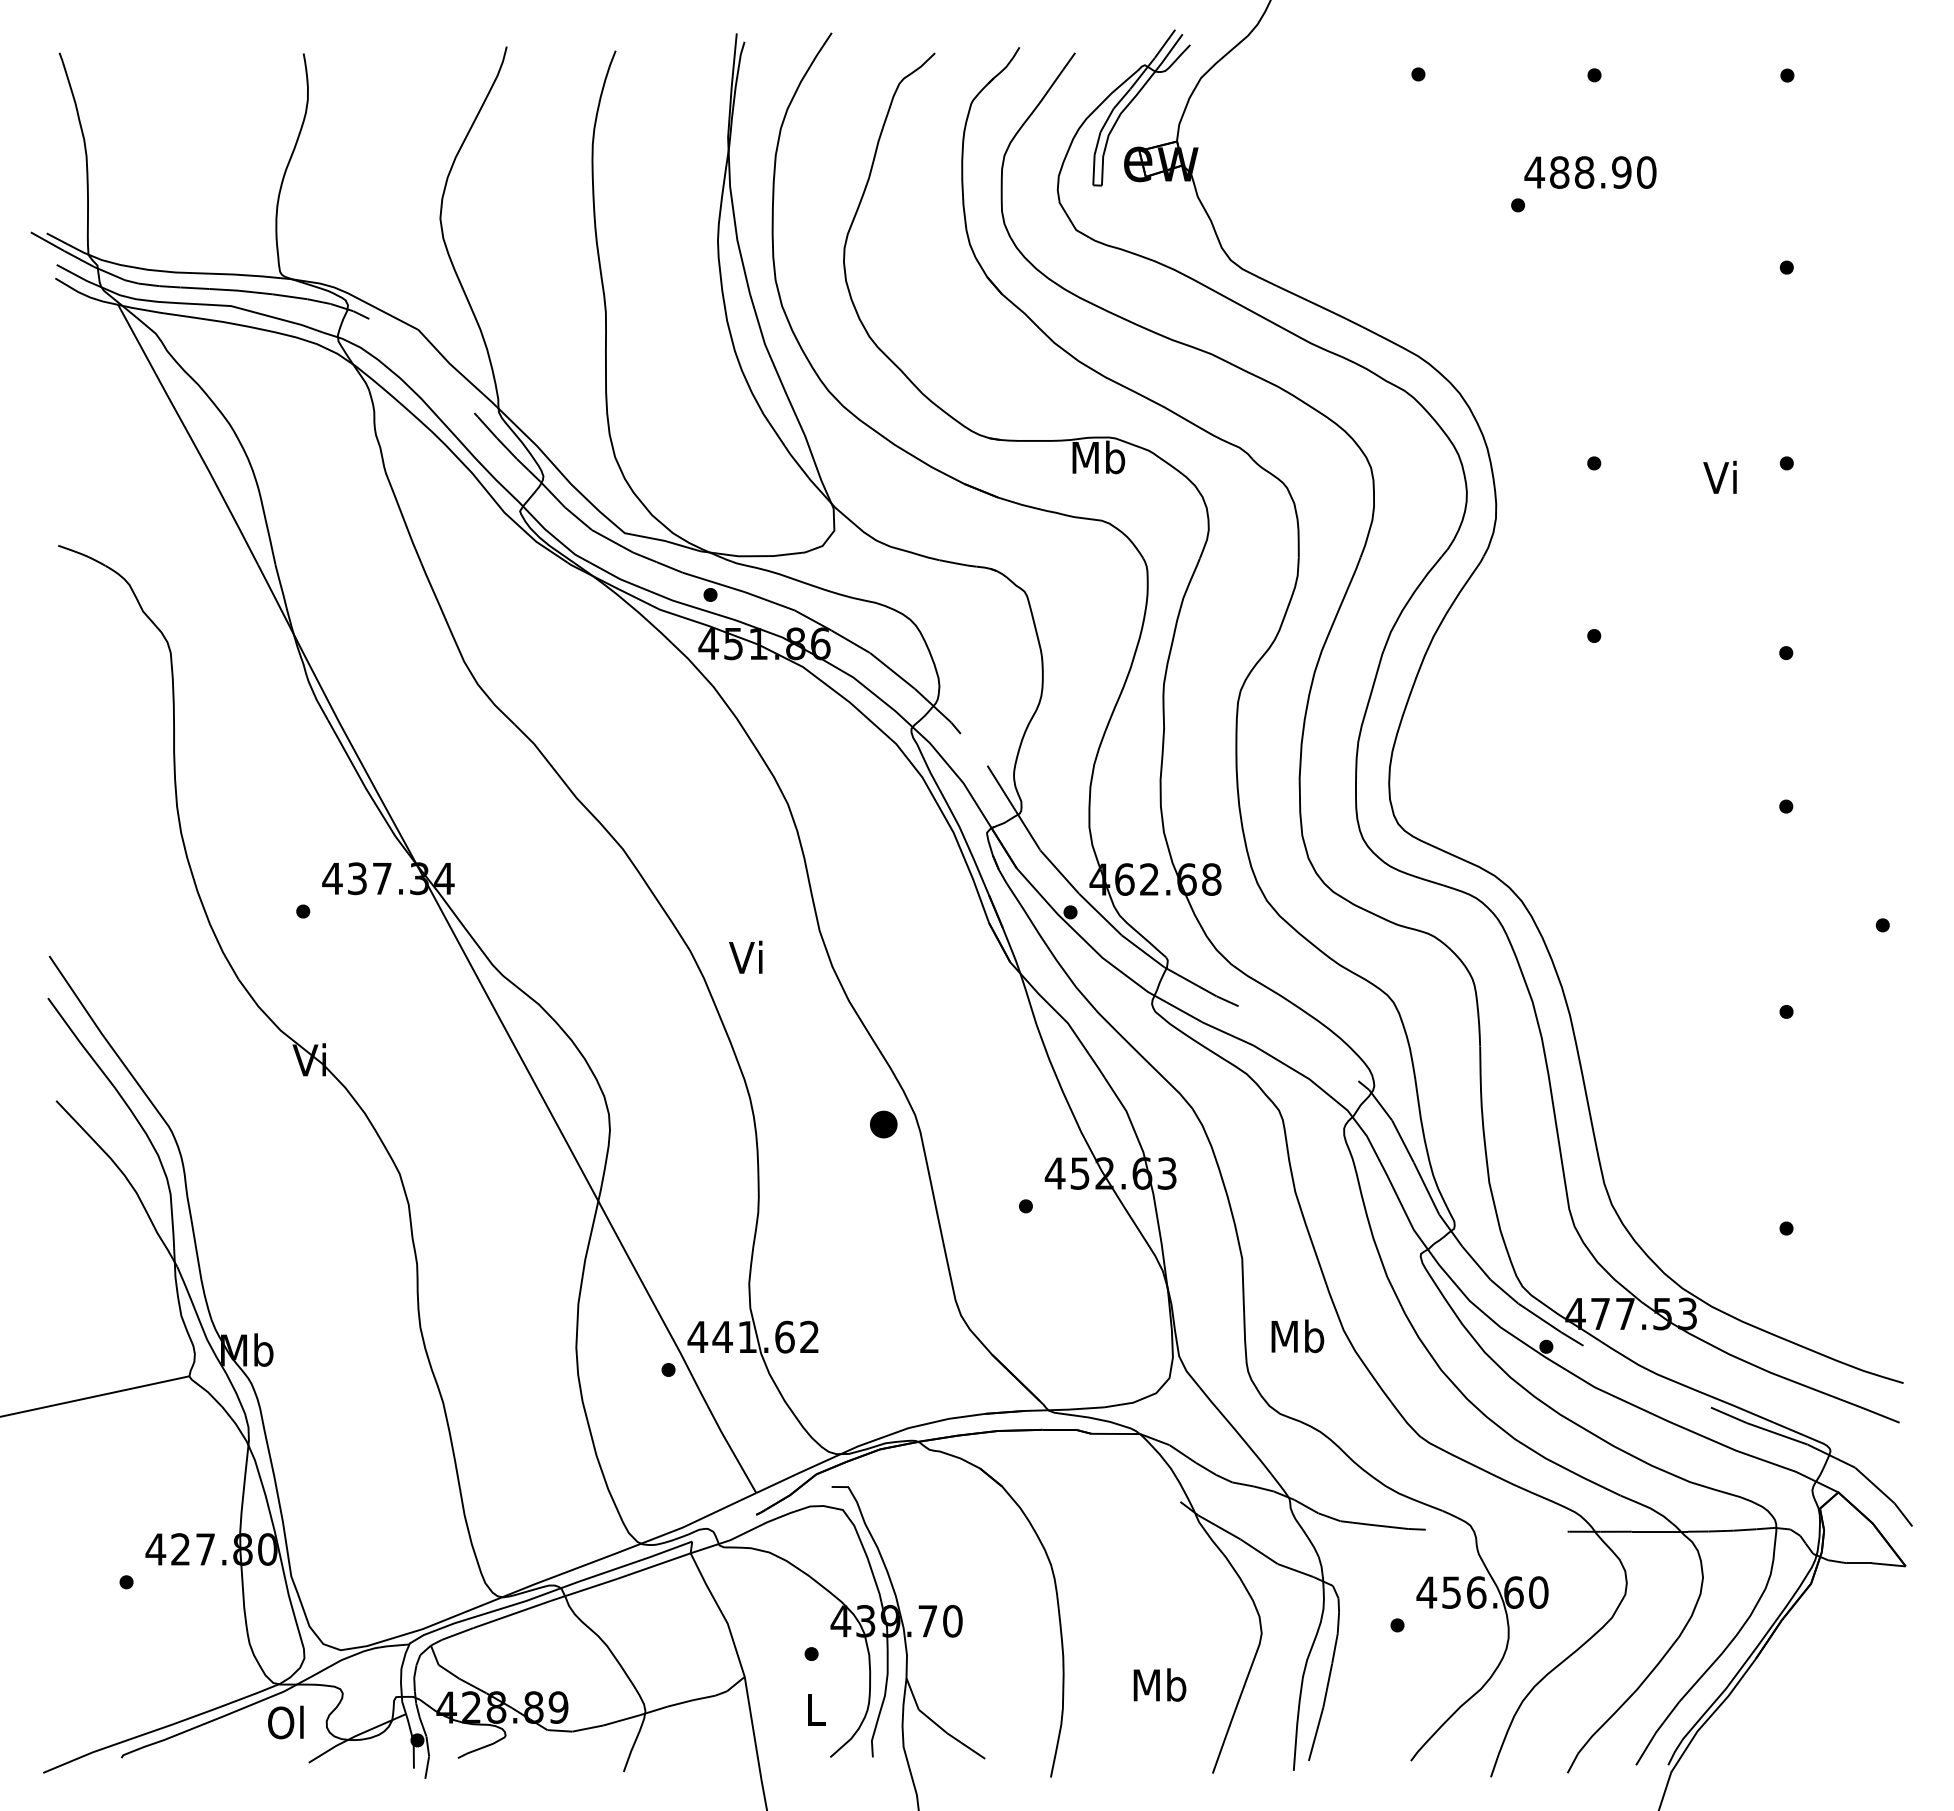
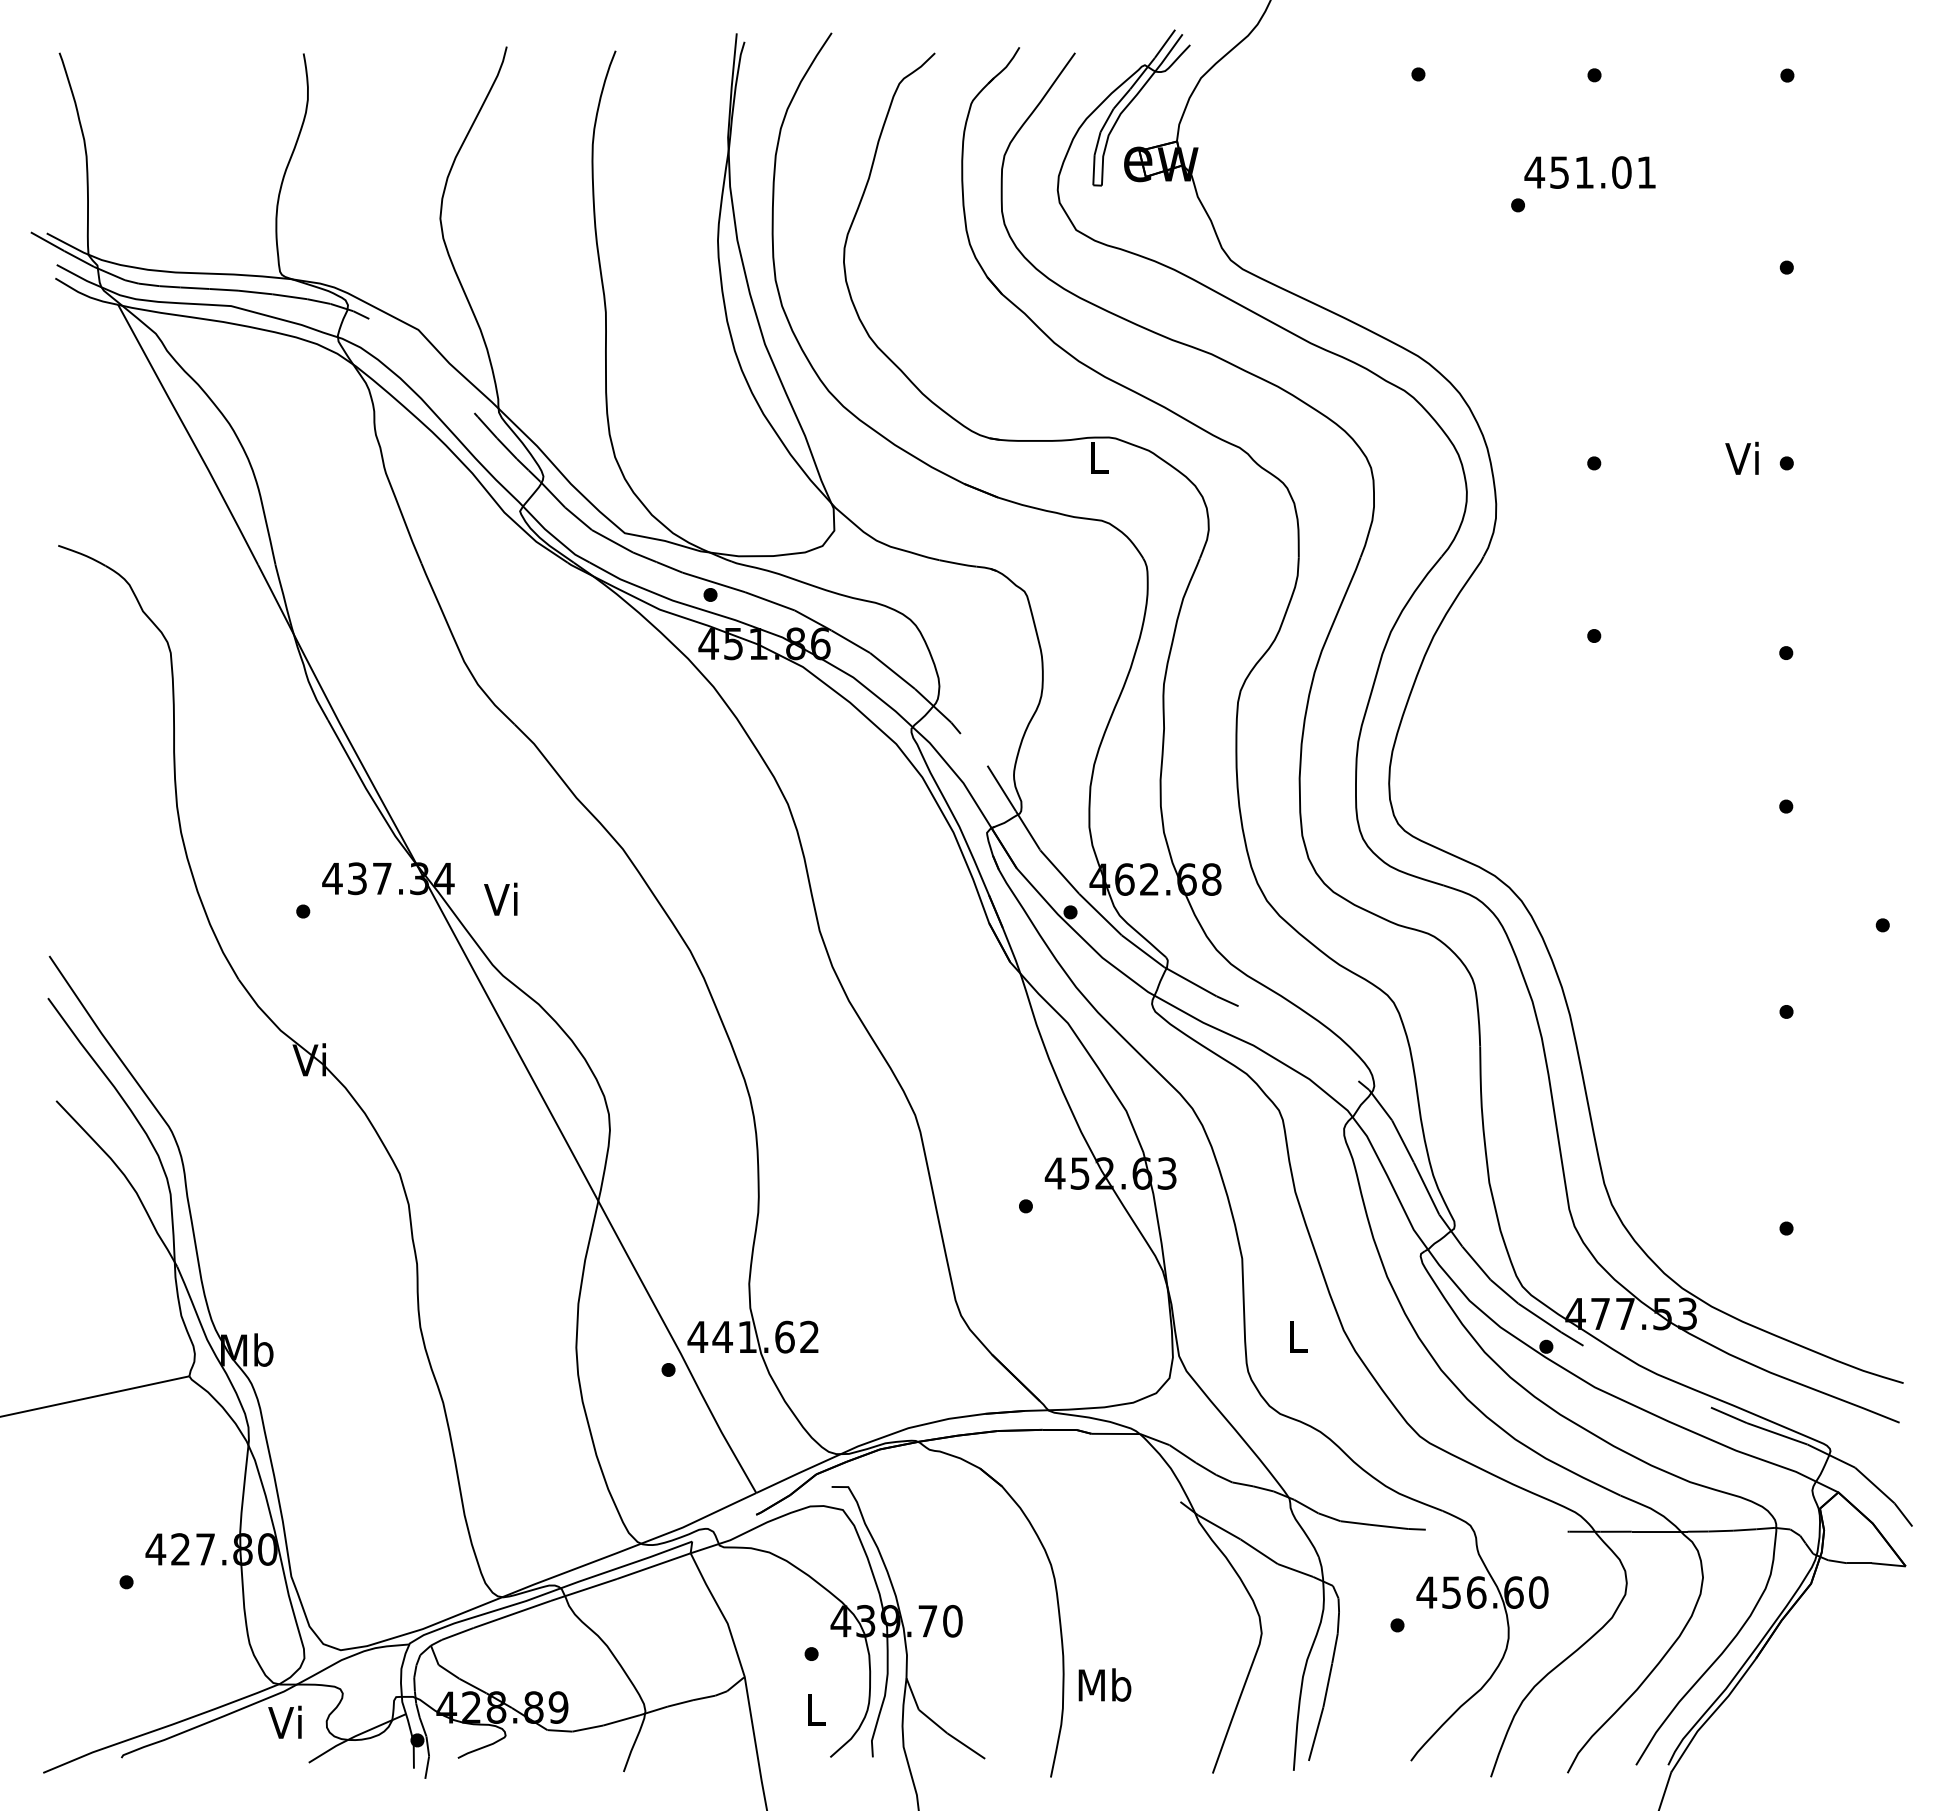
text at (1603, 172): 488.90 -> 451.01
text at (1098, 457): Mb -> L
text at (1719, 476) position: (1719, 476) -> (1741, 457)
text at (745, 956) position: (745, 956) -> (500, 898)
part at (883, 1124): present -> none
text at (1297, 1336): Mb -> L
text at (1159, 1684) position: (1159, 1684) -> (1104, 1684)
text at (285, 1722): Ol -> Vi
